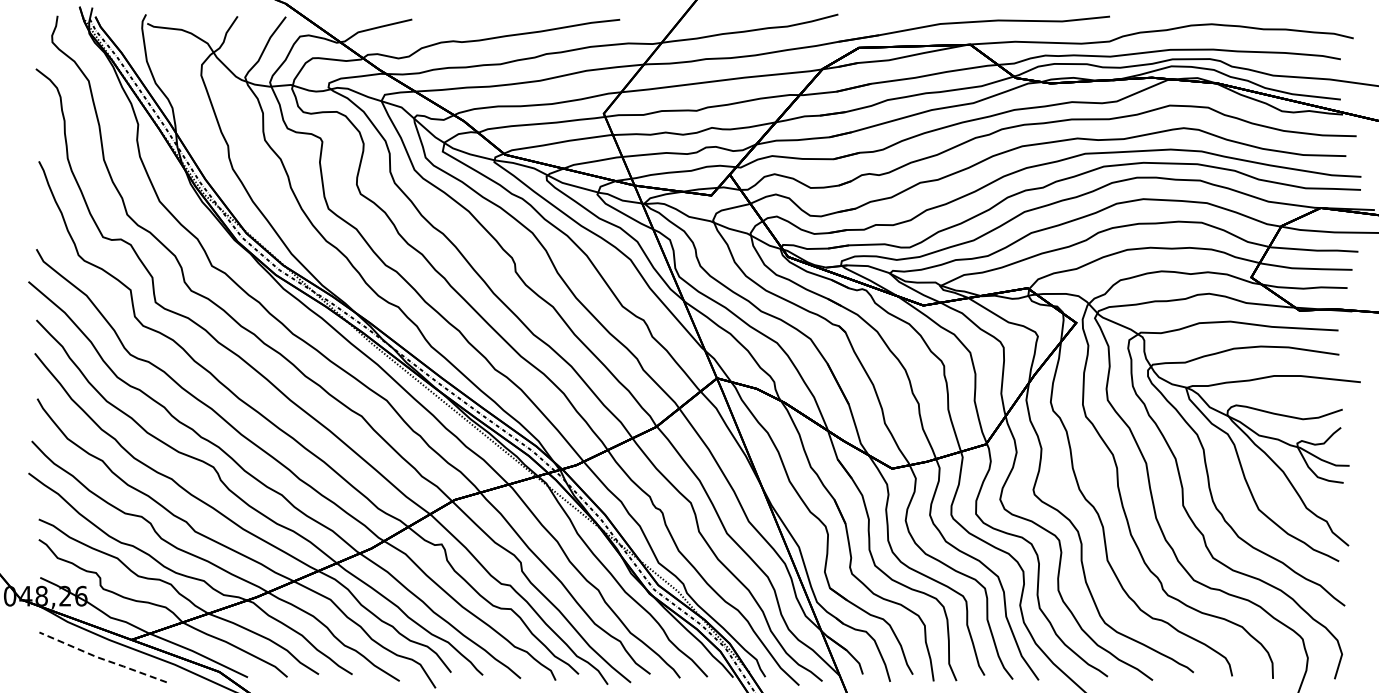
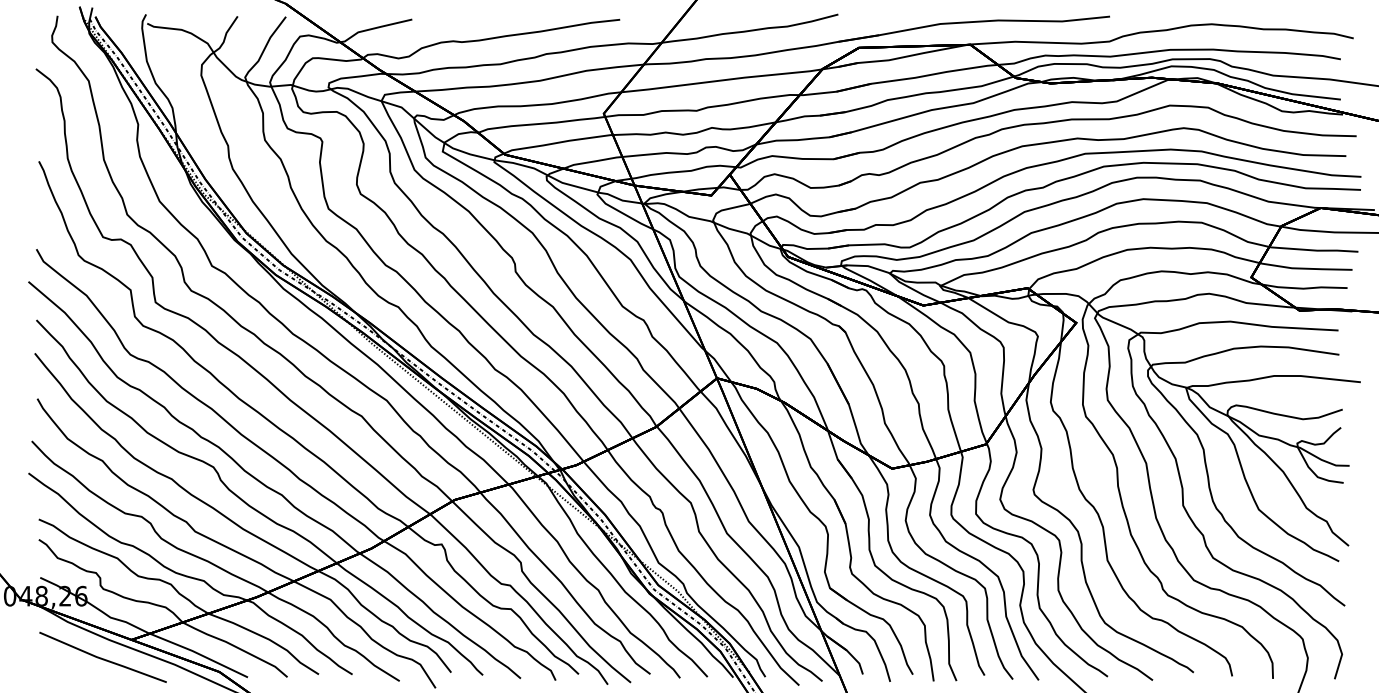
line at (102, 659): dashed -> solid
